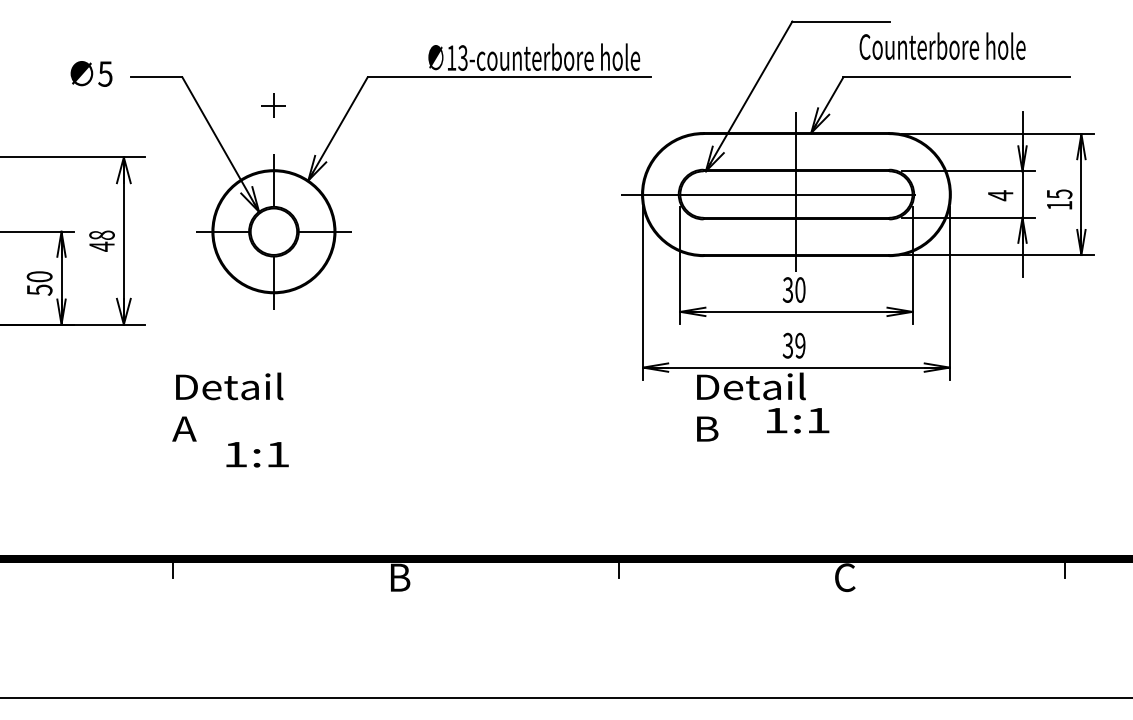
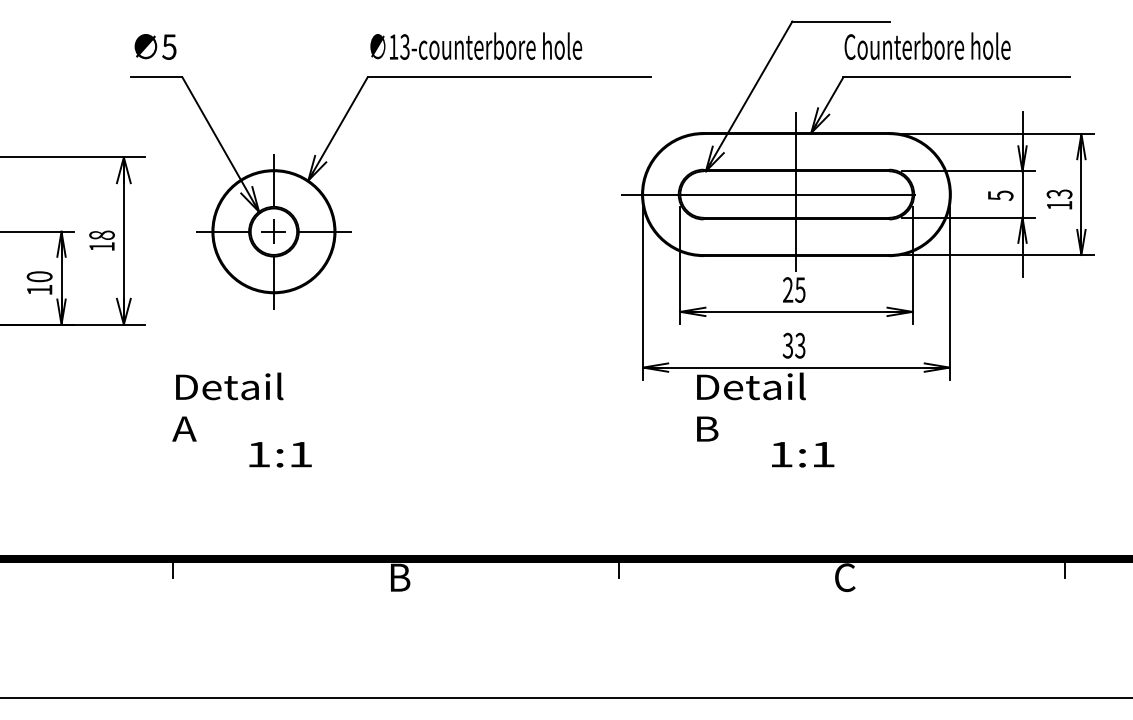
text at (942, 45) position: (942, 45) -> (927, 45)
text at (534, 56) position: (534, 56) -> (476, 45)
text at (91, 73) position: (91, 73) -> (155, 46)
part at (273, 105) position: (273, 105) -> (273, 231)
text at (1058, 193): 15 -> 13
text at (1000, 195): 4 -> 5
text at (101, 246): 48 -> 18
text at (39, 289): 50 -> 10
text at (793, 289): 30 -> 25
text at (800, 345): 39 -> 33
text at (798, 420) position: (798, 420) -> (803, 454)
text at (257, 454) position: (257, 454) -> (280, 454)
